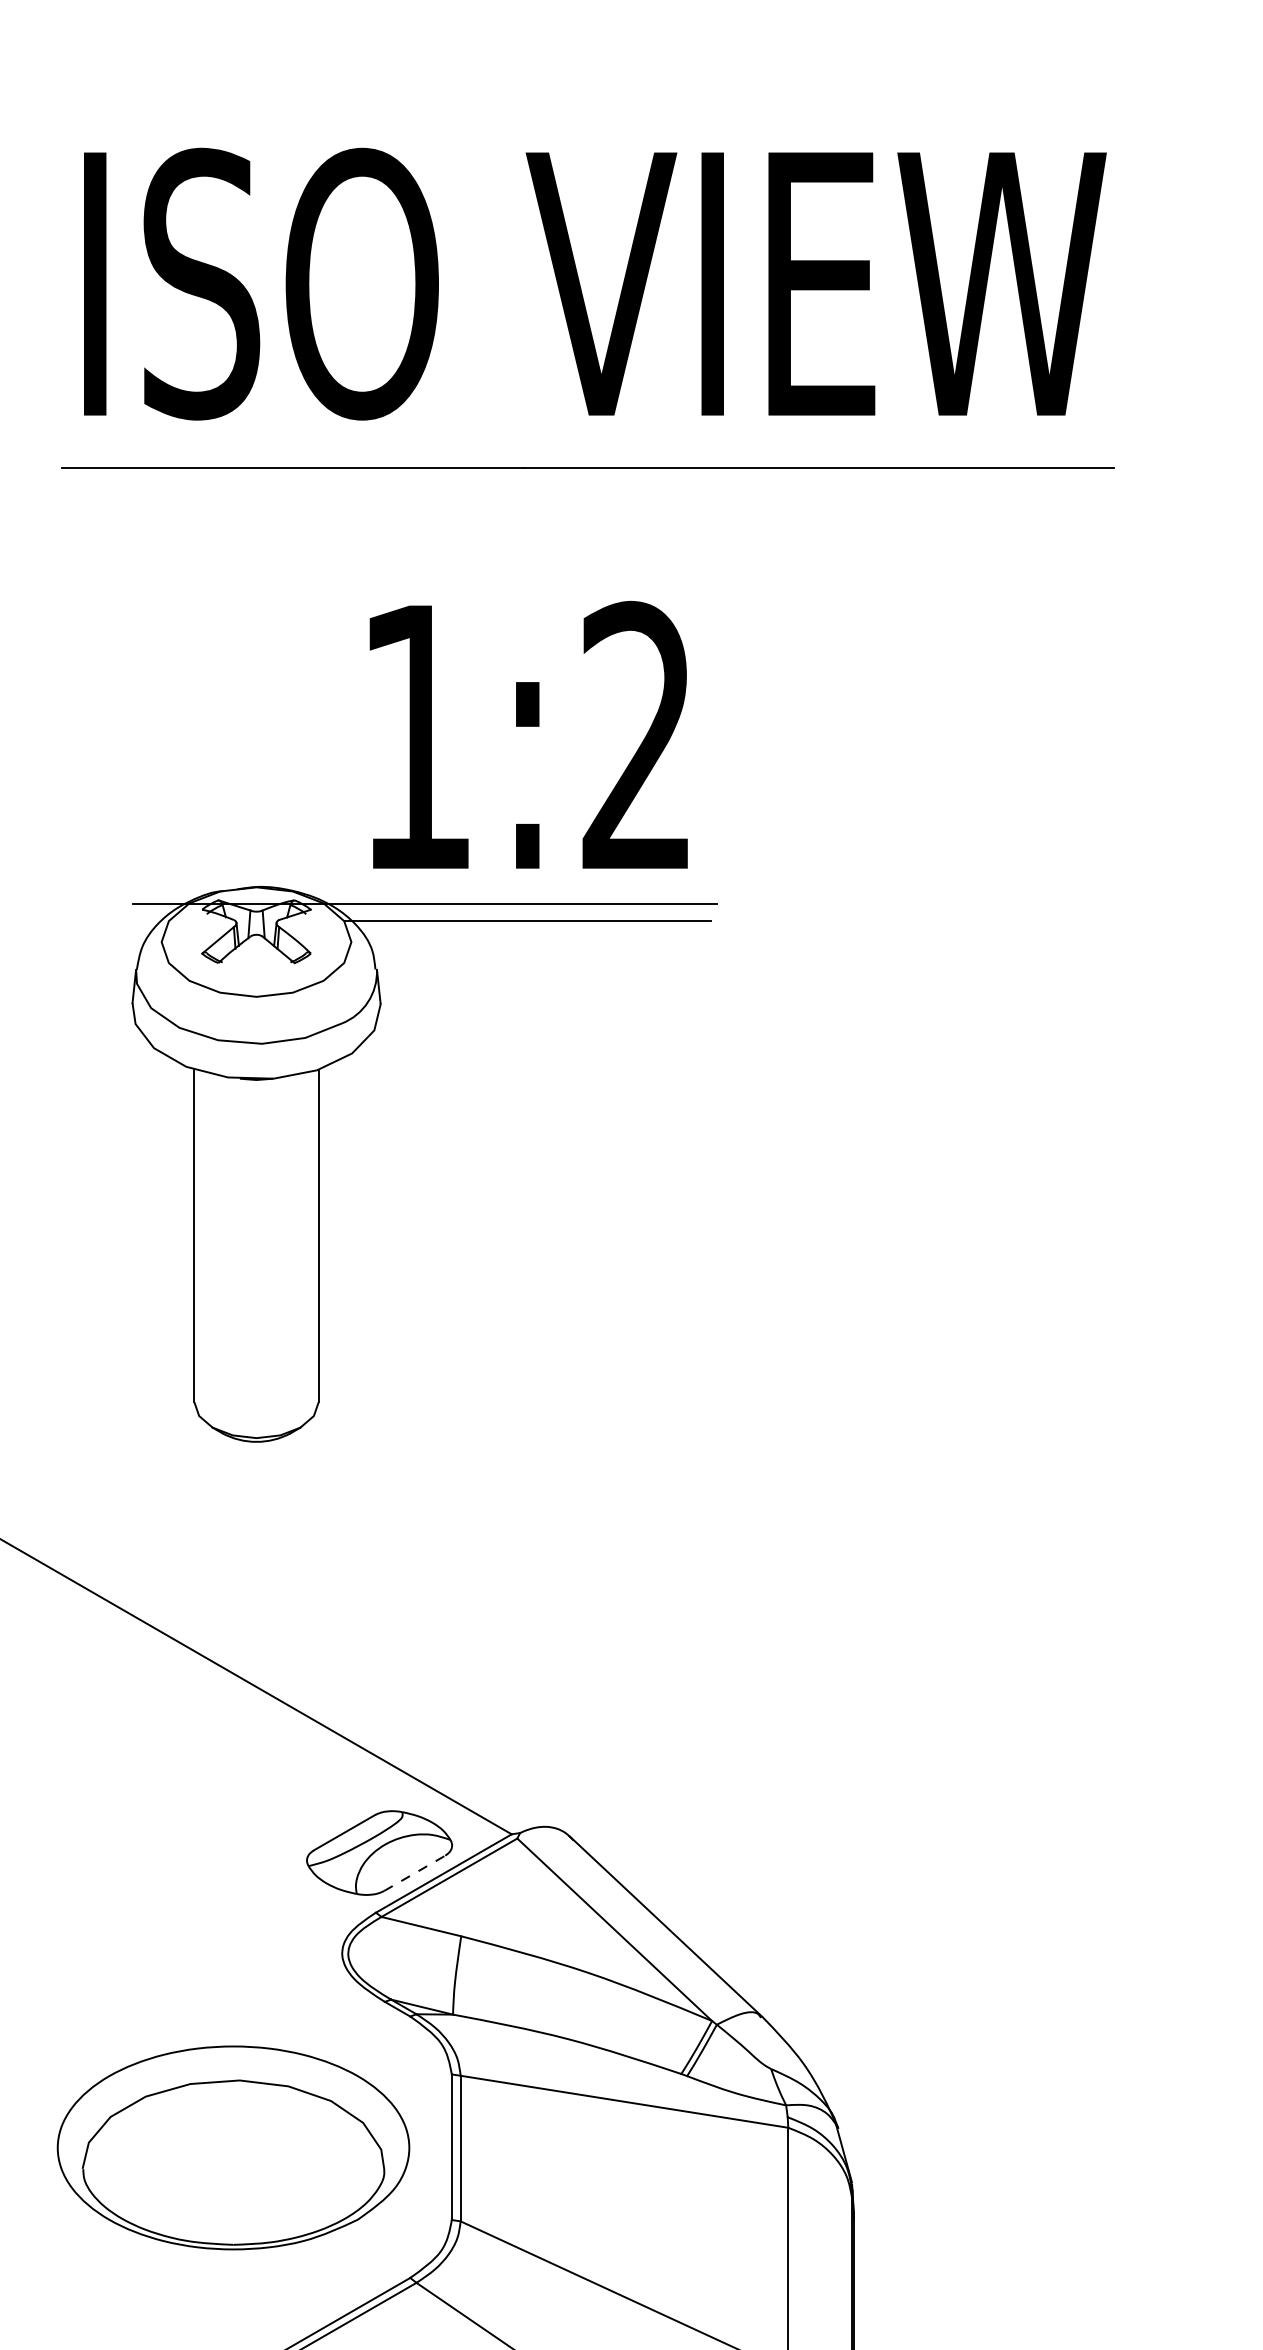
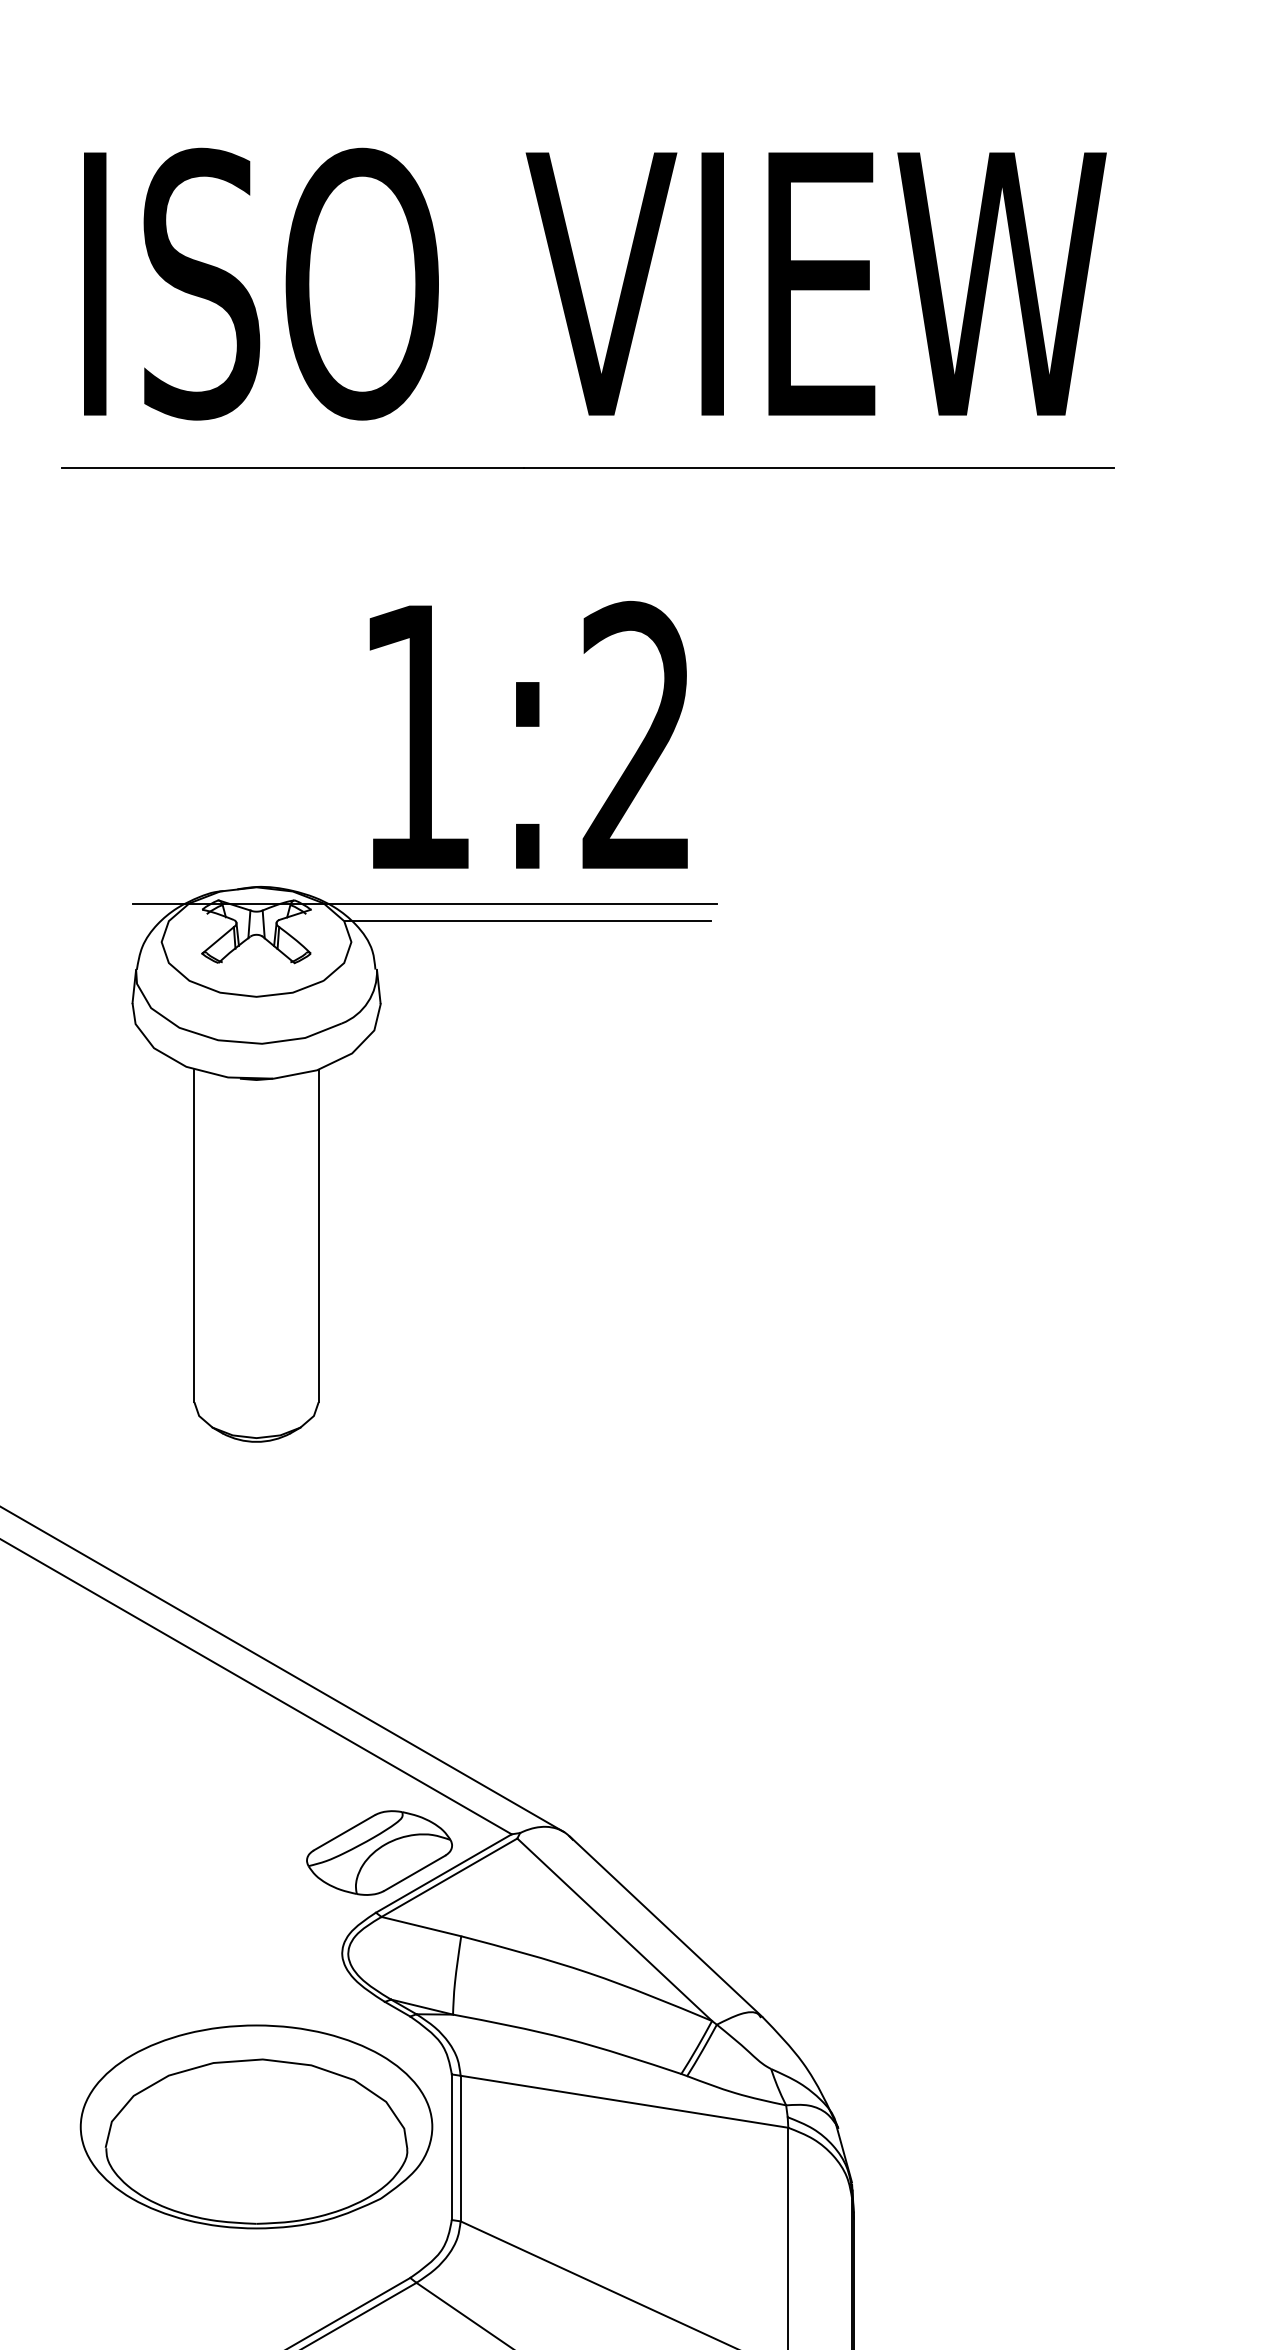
line at (282, 1669): none -> present
line at (415, 1873): dashed -> solid
part at (233, 2147) position: (233, 2147) -> (256, 2126)
